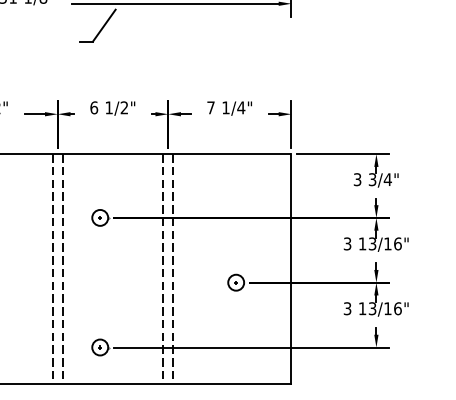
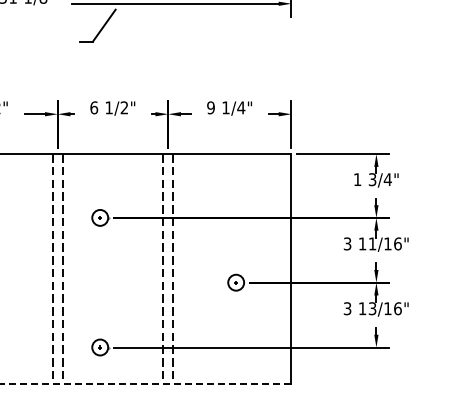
text at (210, 107): 7 -> 9
text at (357, 179): 3 -> 1
text at (372, 243): 13/16" -> 11/16"
line at (145, 383): solid -> dashed
